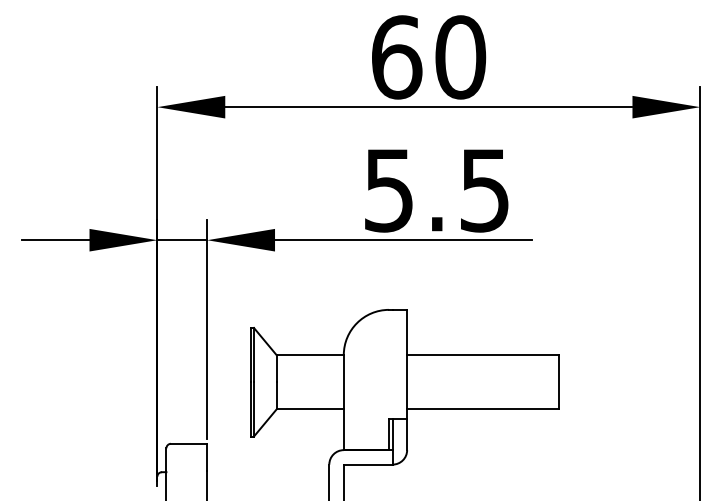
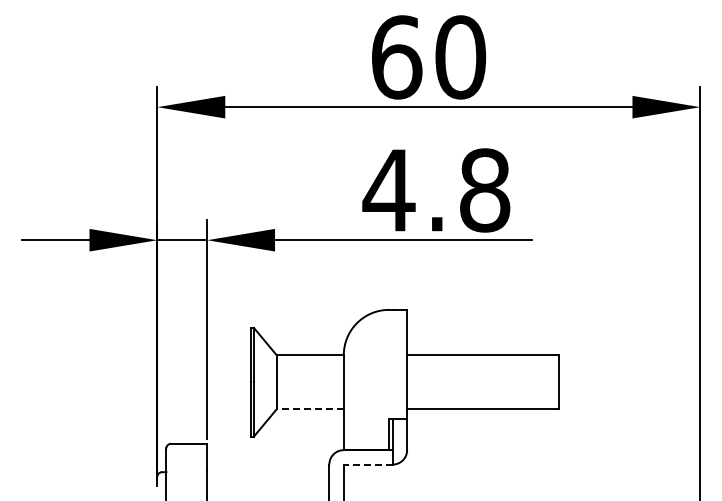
text at (436, 190): 5.5 -> 4.8
line at (310, 409): solid -> dashed
line at (367, 464): solid -> dashed
